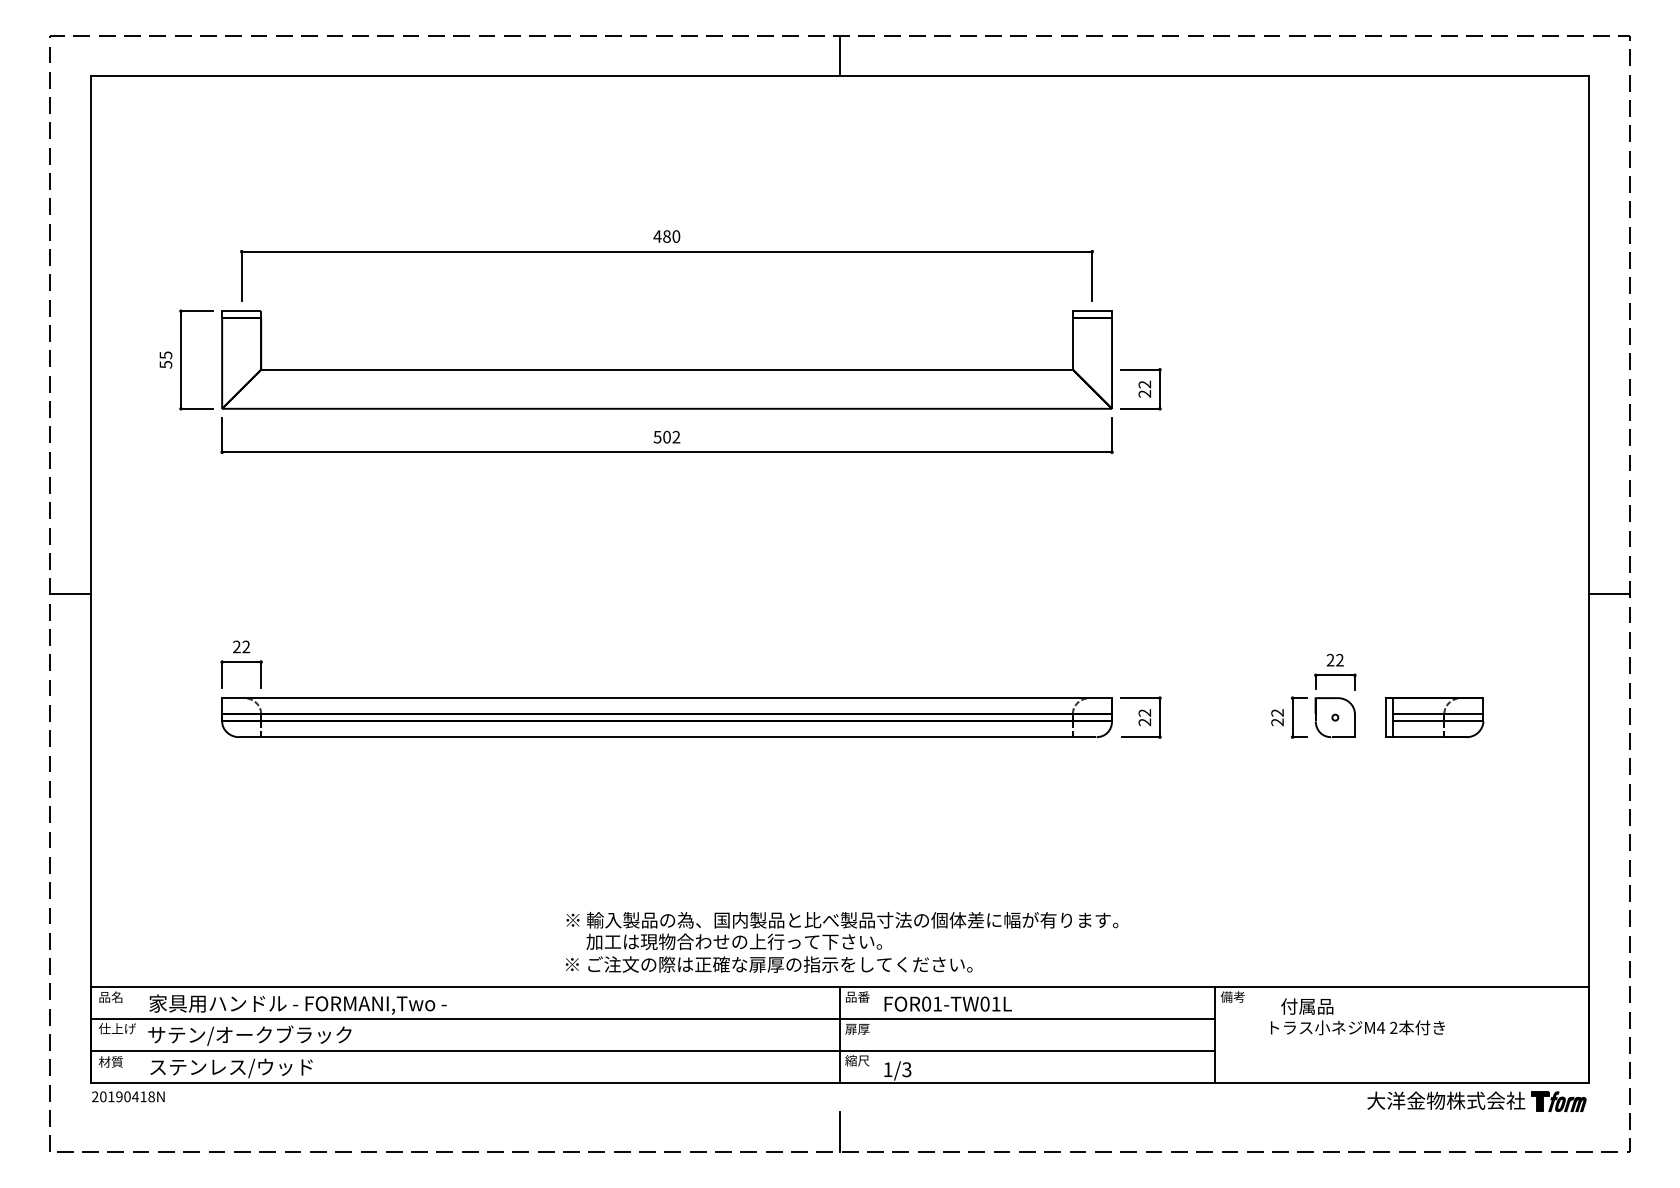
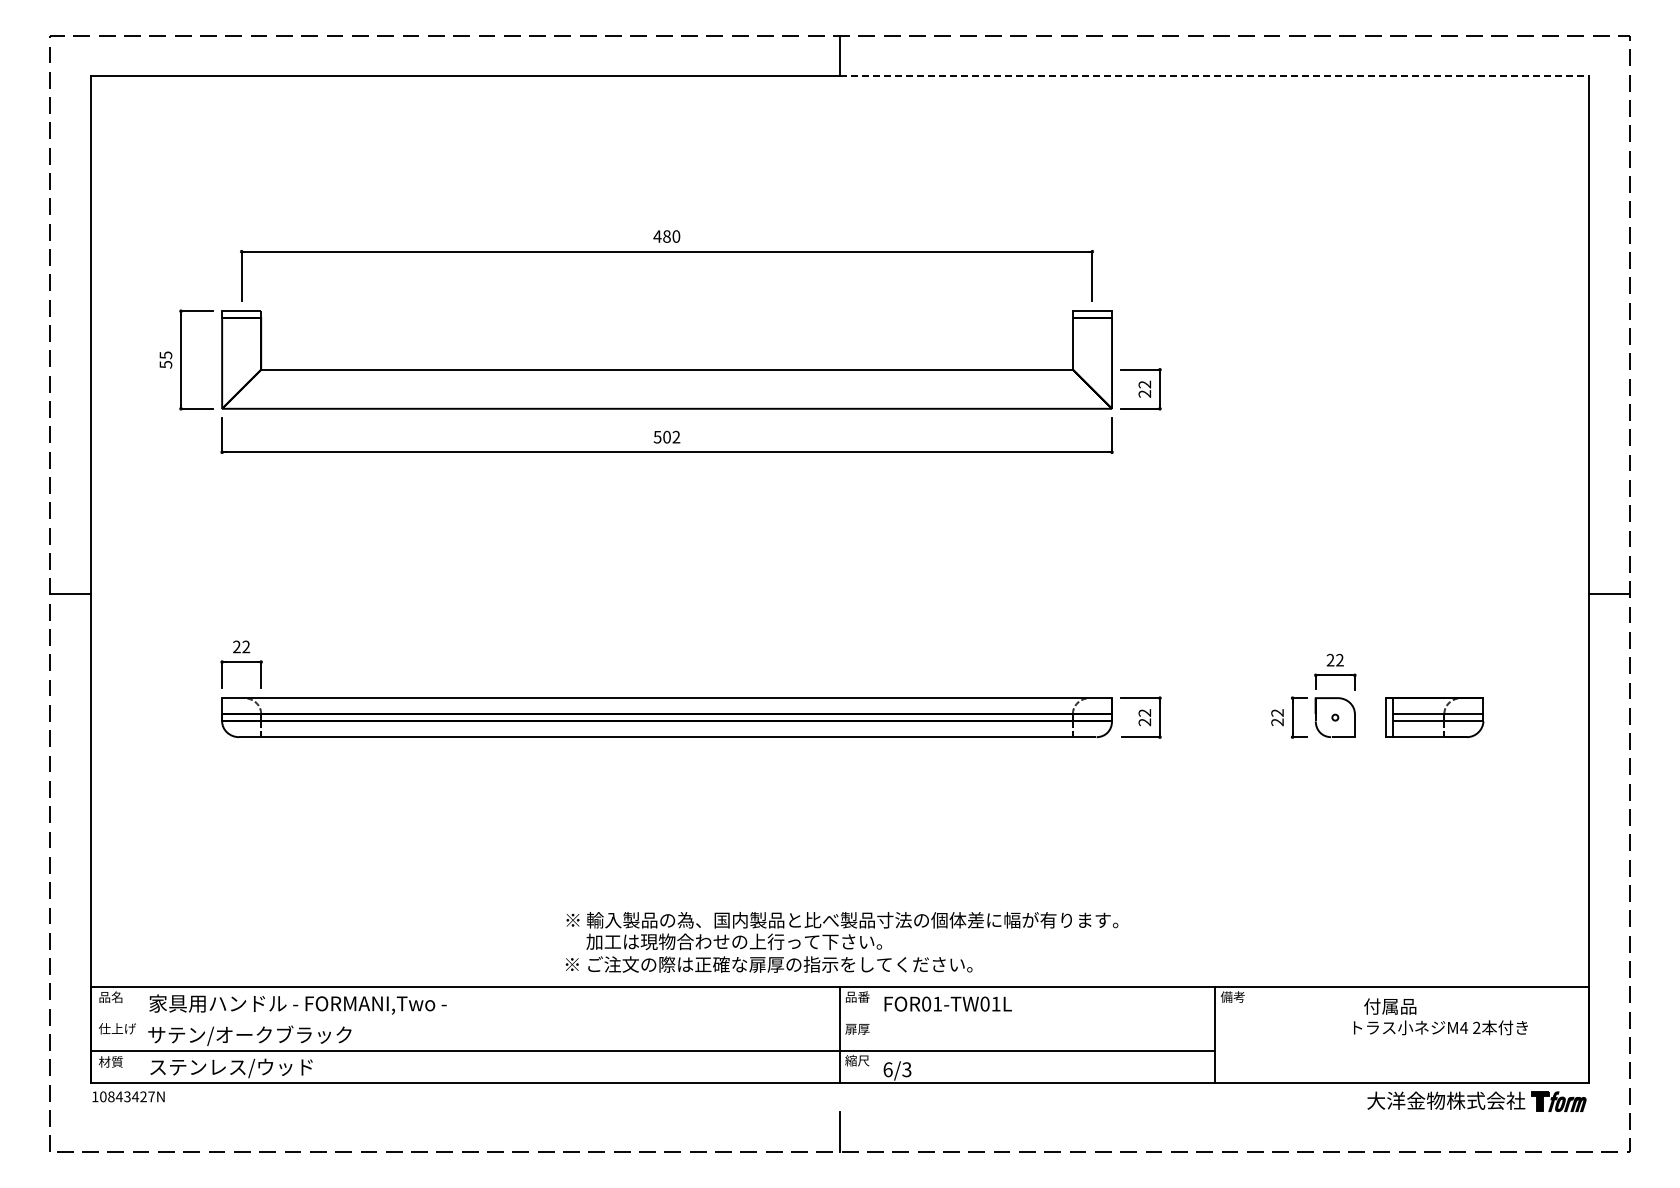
line at (1214, 76): solid -> dashed
text at (1357, 1016) position: (1357, 1016) -> (1440, 1016)
line at (652, 1018): present -> none
text at (887, 1069): 1/3 -> 6/3
text at (123, 1096): 20190418N -> 10843427N
